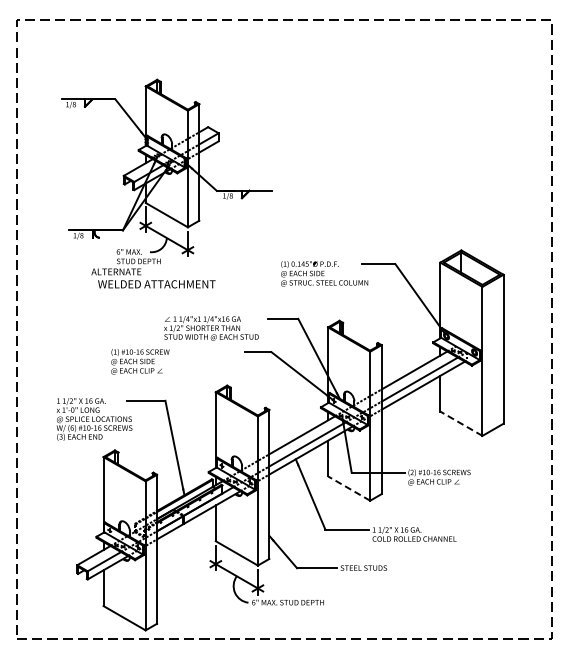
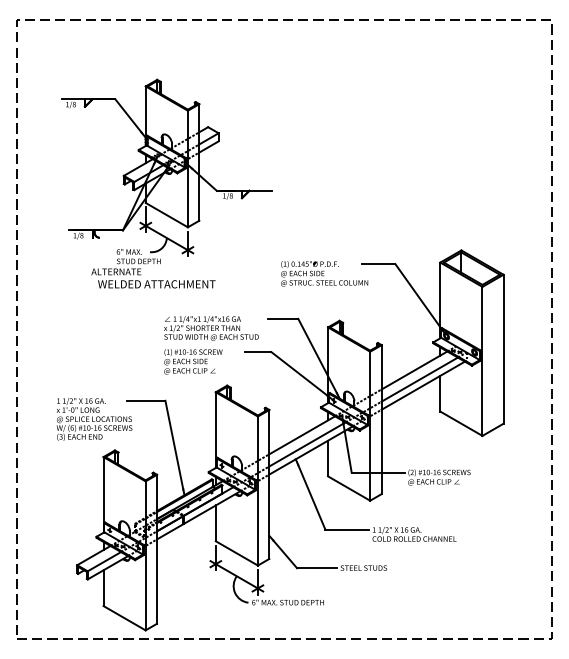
text at (140, 361) position: (140, 361) -> (193, 361)
line at (461, 423): dashed -> solid
line at (348, 488): dashed -> solid
